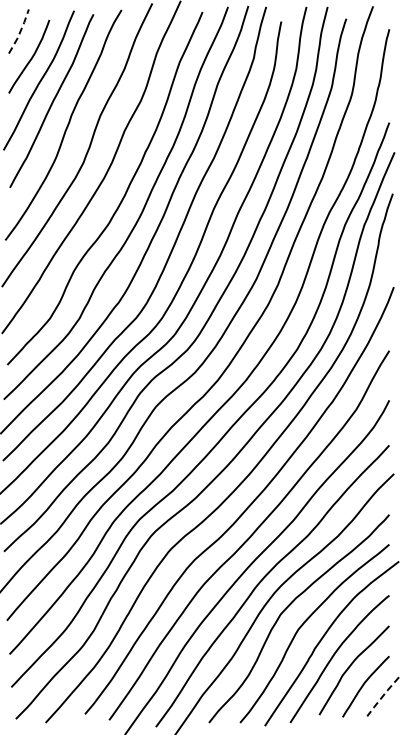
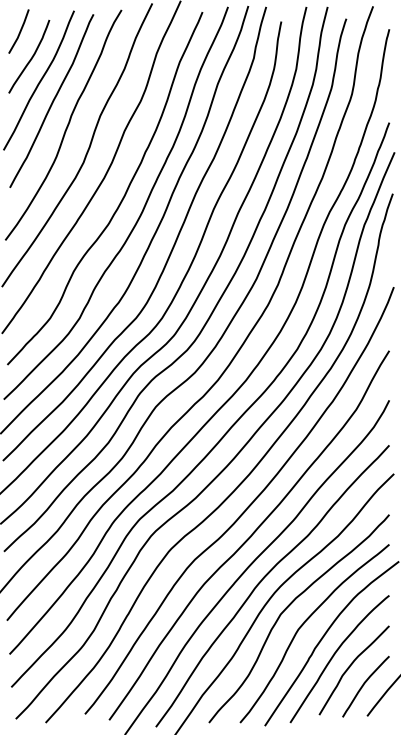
line at (20, 31): dashed -> solid
line at (382, 696): dashed -> solid
